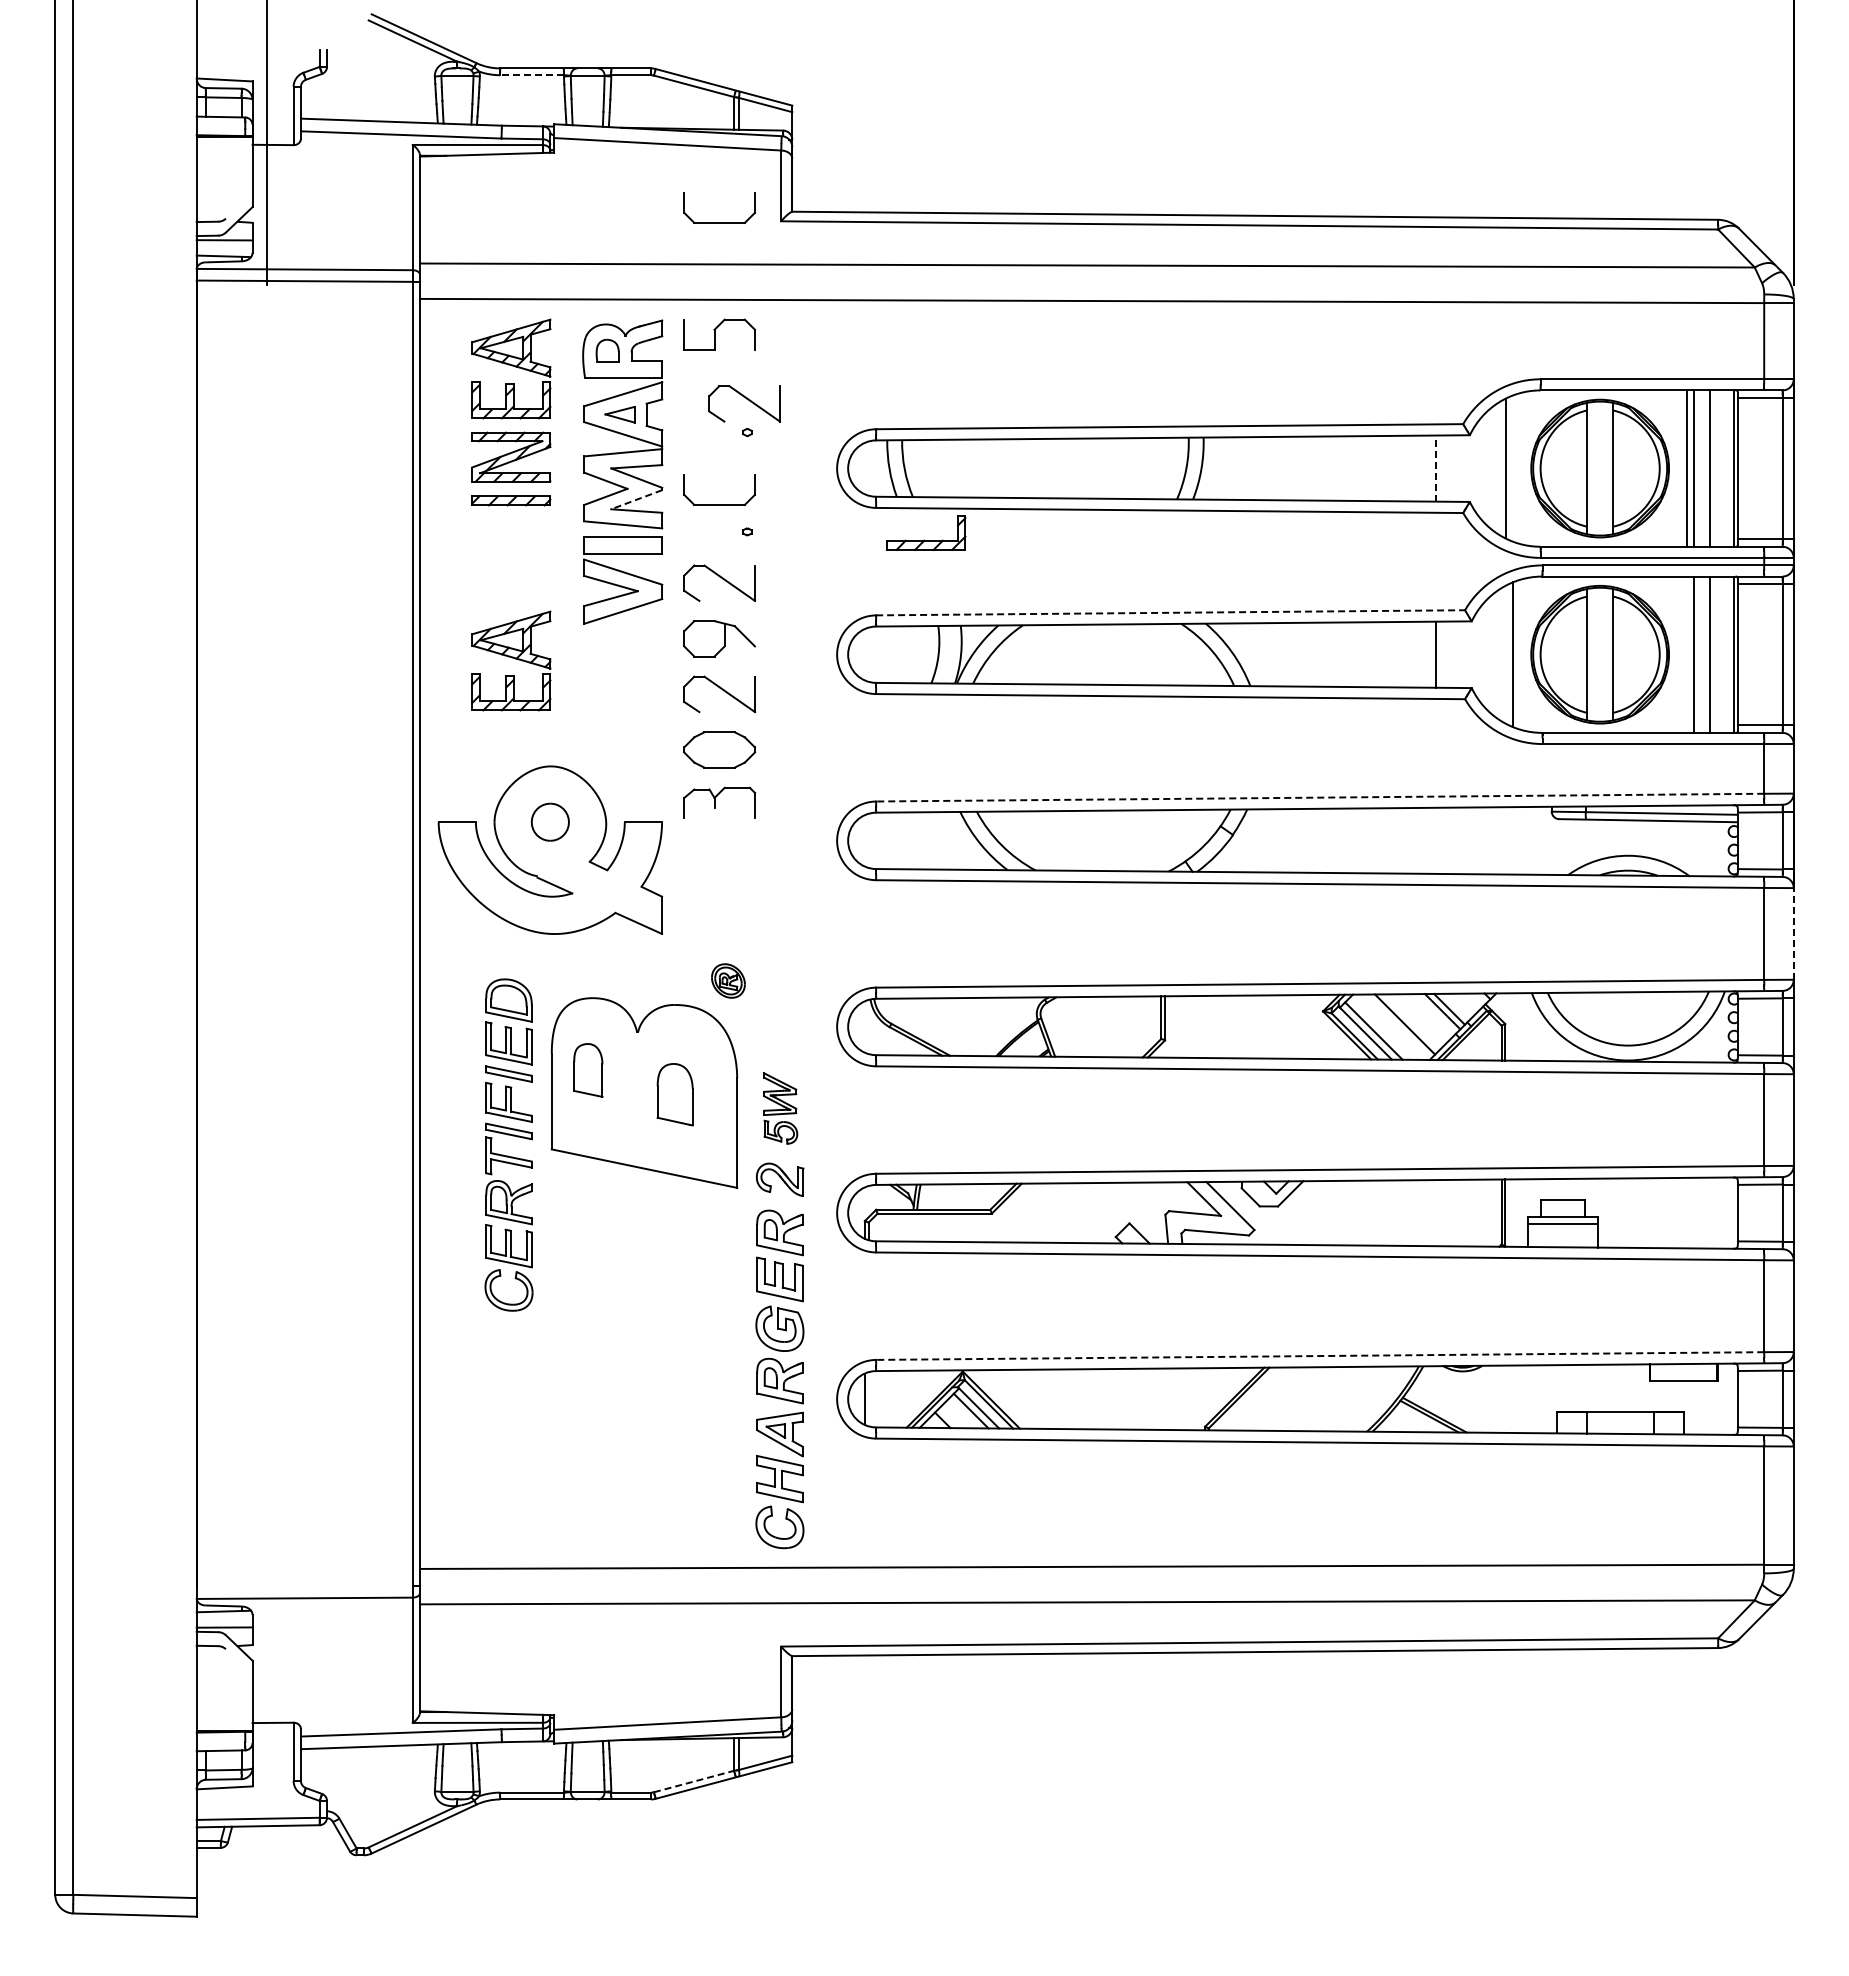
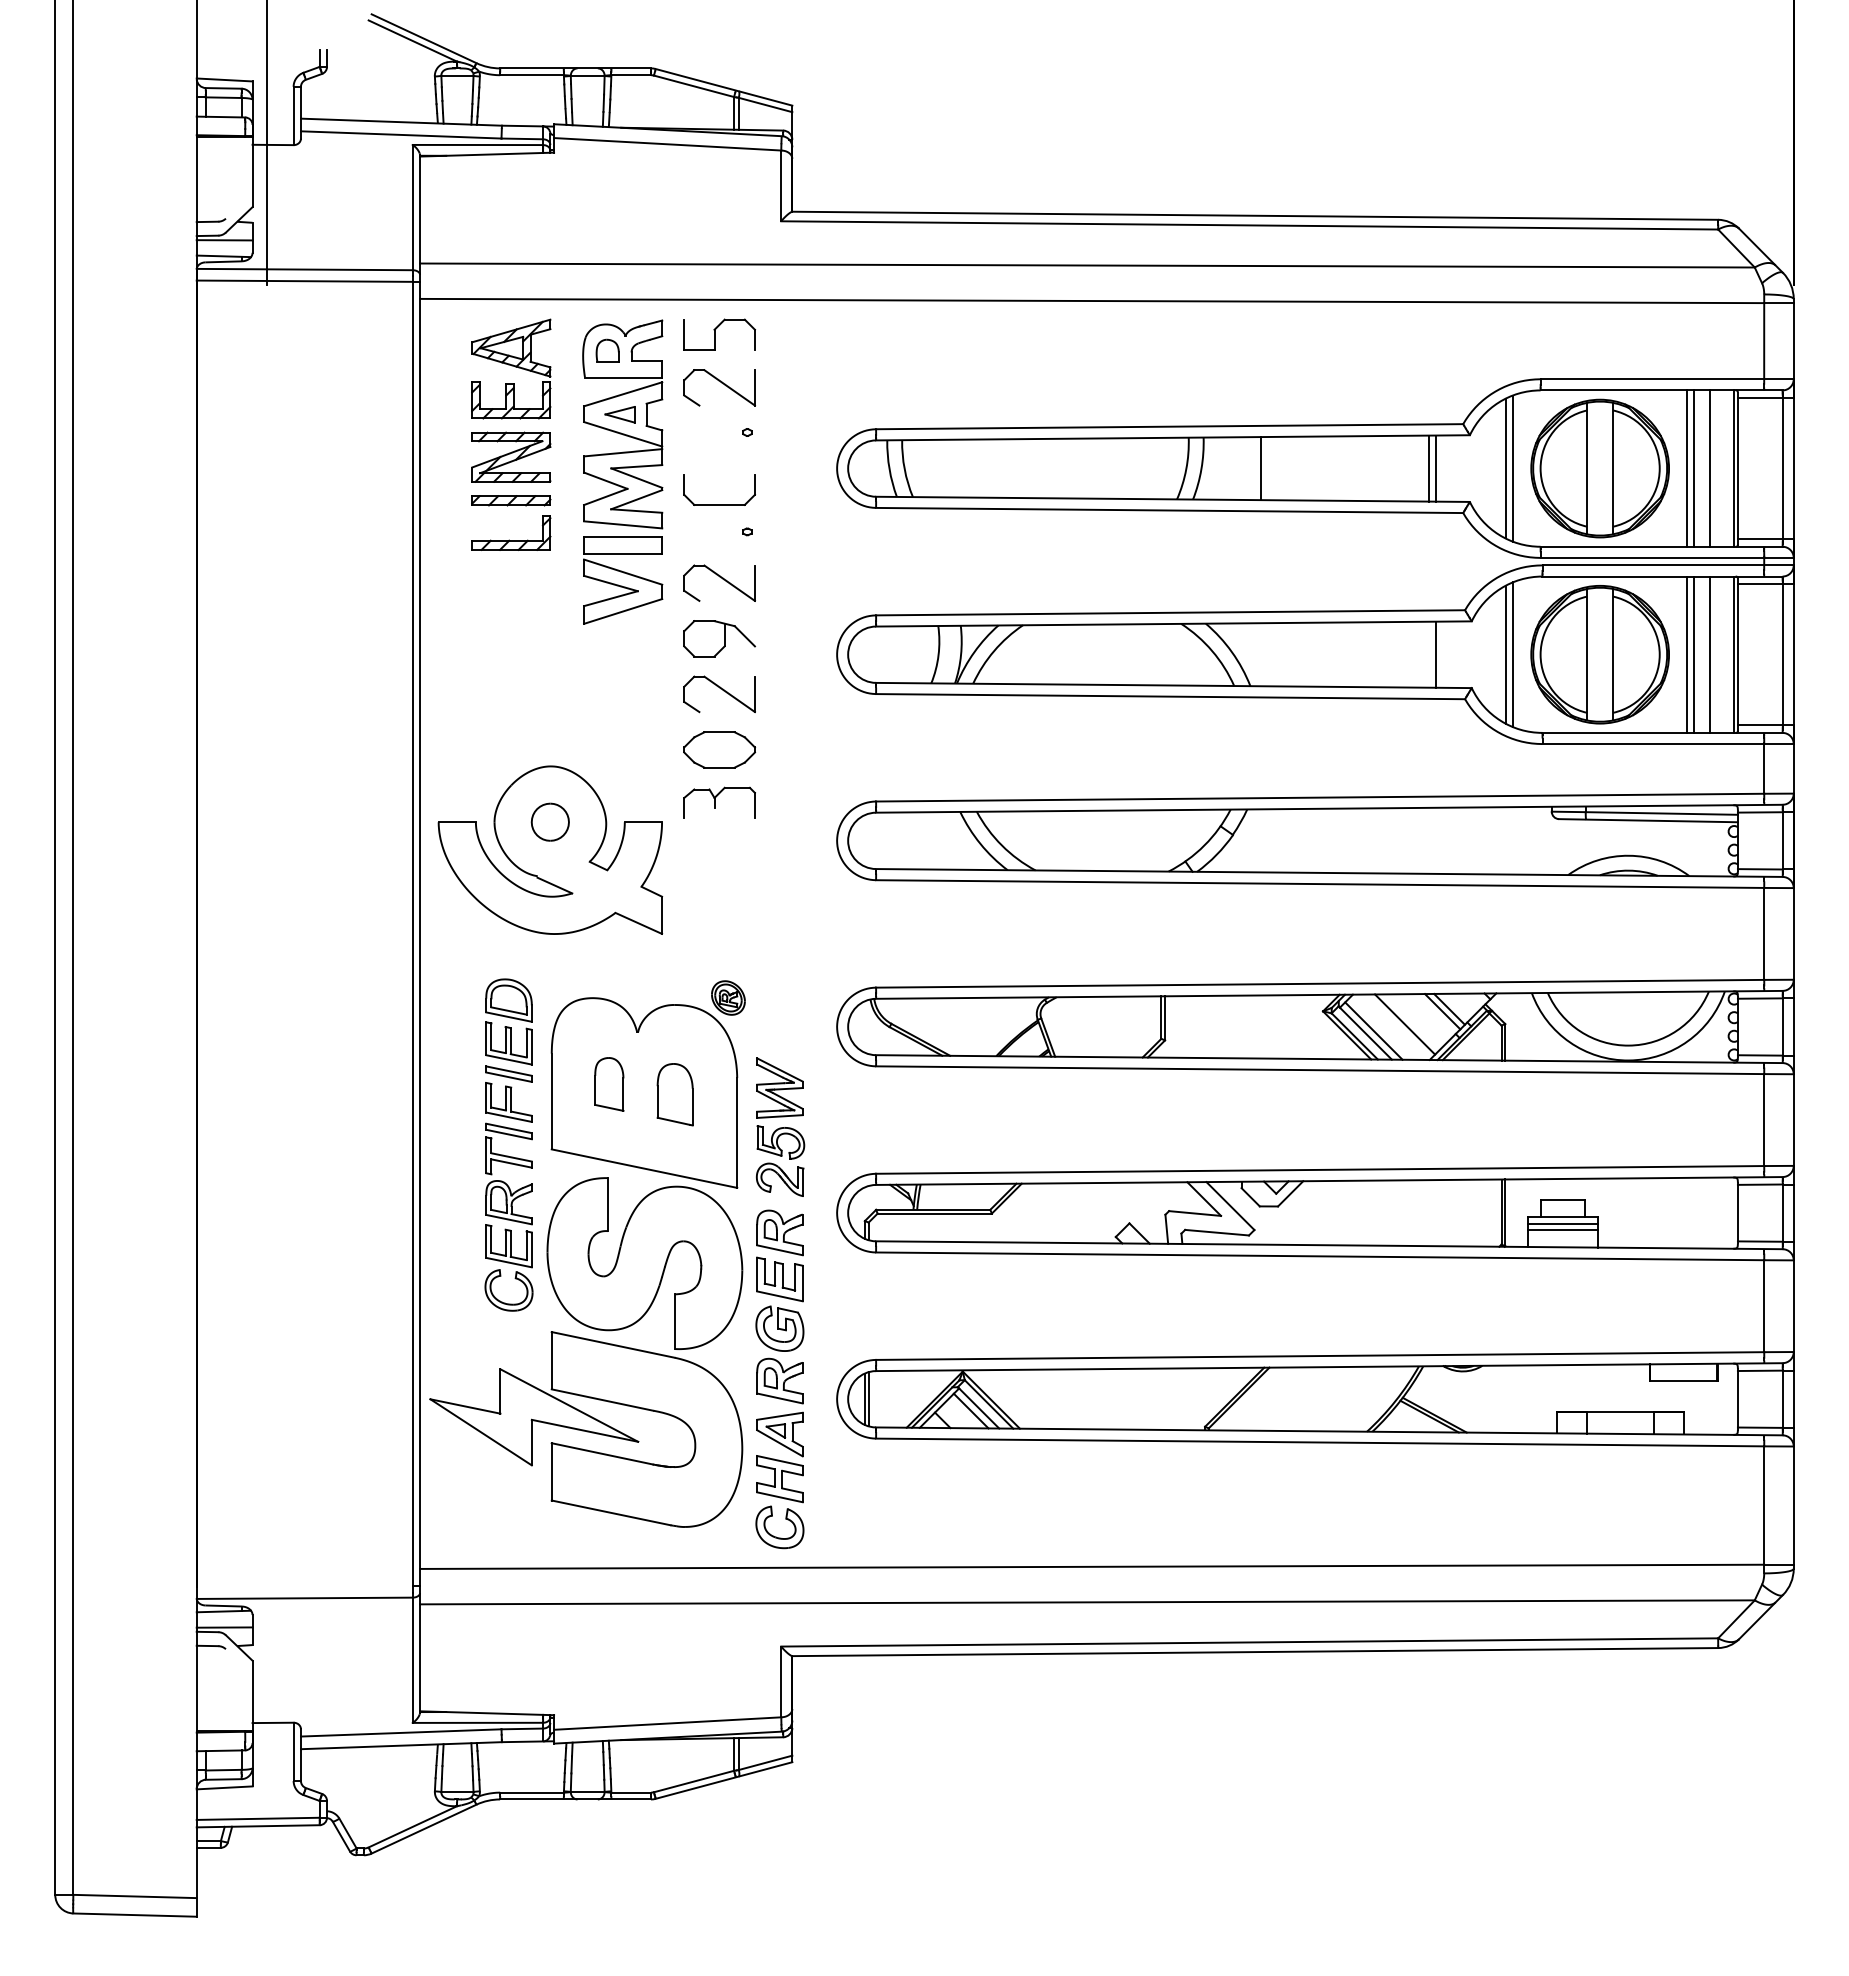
line at (532, 75): dashed -> solid
part at (719, 222): present -> none
part at (744, 403) position: (744, 403) -> (719, 387)
line at (1261, 468): none -> present
line at (1428, 468): none -> present
line at (1436, 468): dashed -> solid
line at (1512, 468): none -> present
line at (636, 499): dashed -> solid
part at (924, 539) position: (924, 539) -> (509, 539)
line at (1171, 612): dashed -> solid
line at (1505, 654): none -> present
line at (1686, 654): none -> present
part at (511, 660): present -> none
line at (1319, 797): dashed -> solid
line at (1793, 933): dashed -> solid
part at (728, 980) position: (728, 980) -> (728, 997)
part at (588, 1070) position: (588, 1070) -> (609, 1084)
part at (780, 1108) size: 36x73 px -> 50x103 px
line at (1562, 1229): none -> present
part at (586, 1352): none -> present
line at (1319, 1356): dashed -> solid
line at (868, 1399): none -> present
line at (694, 1781): dashed -> solid
